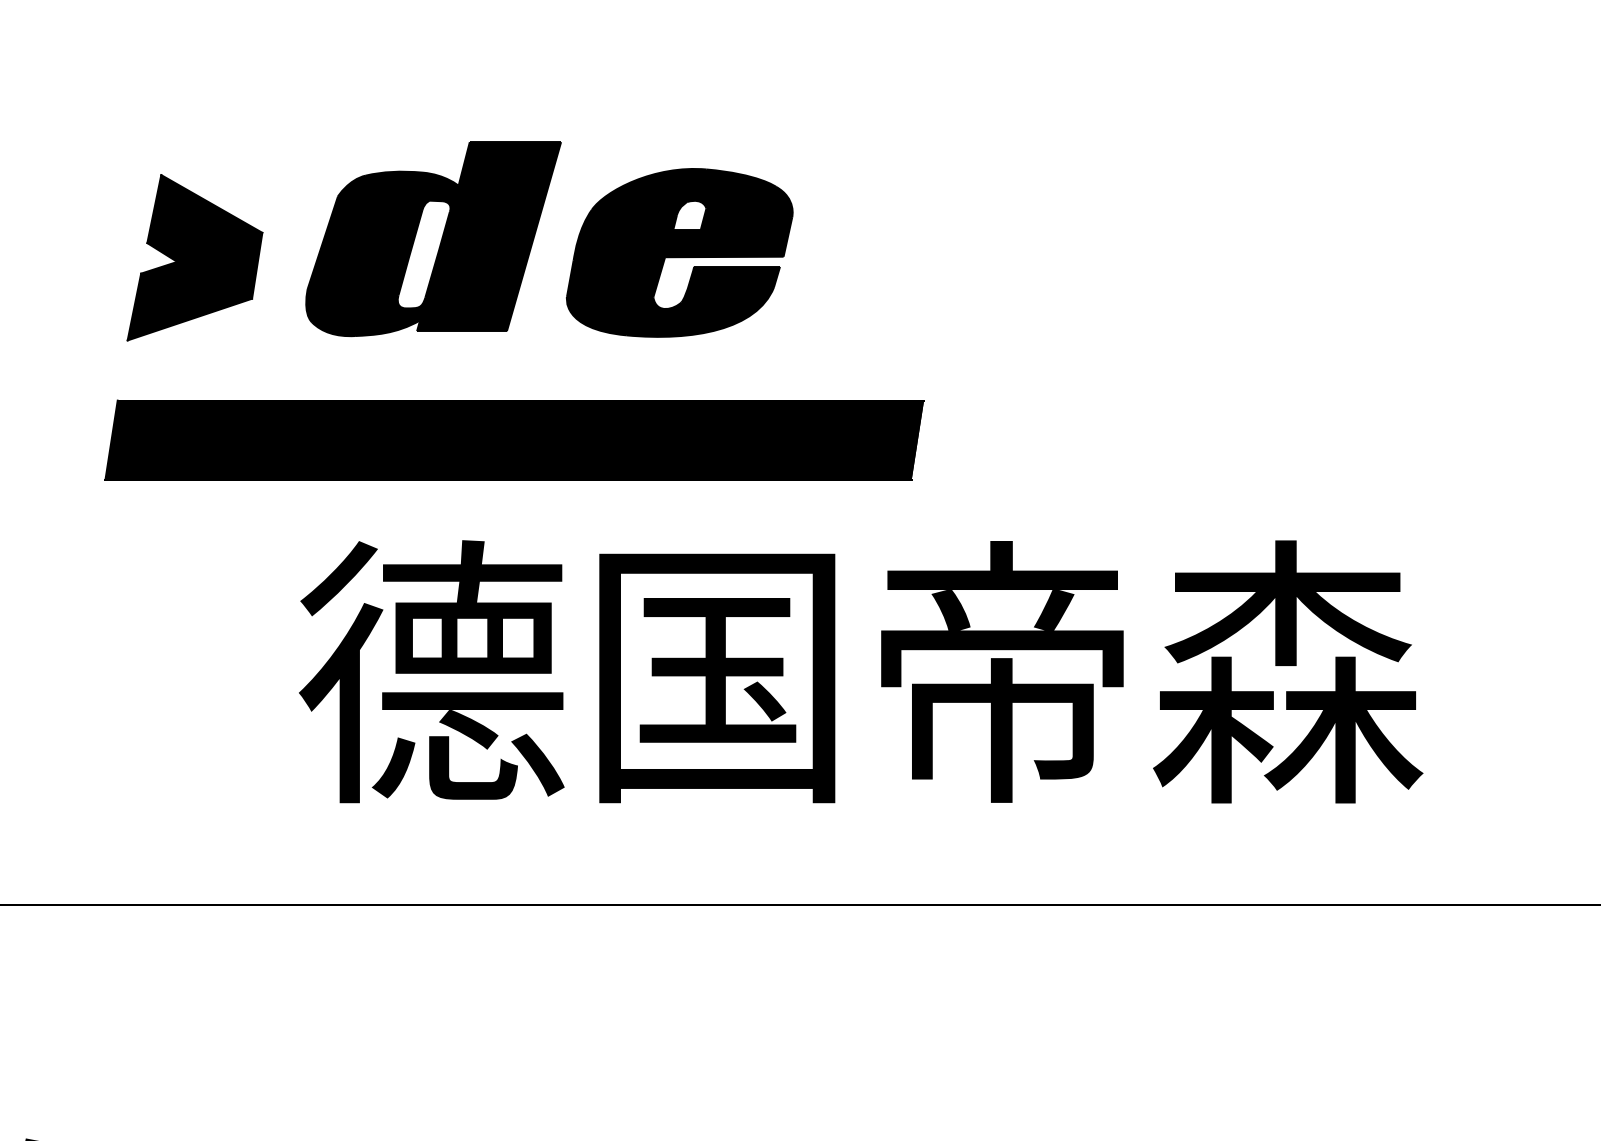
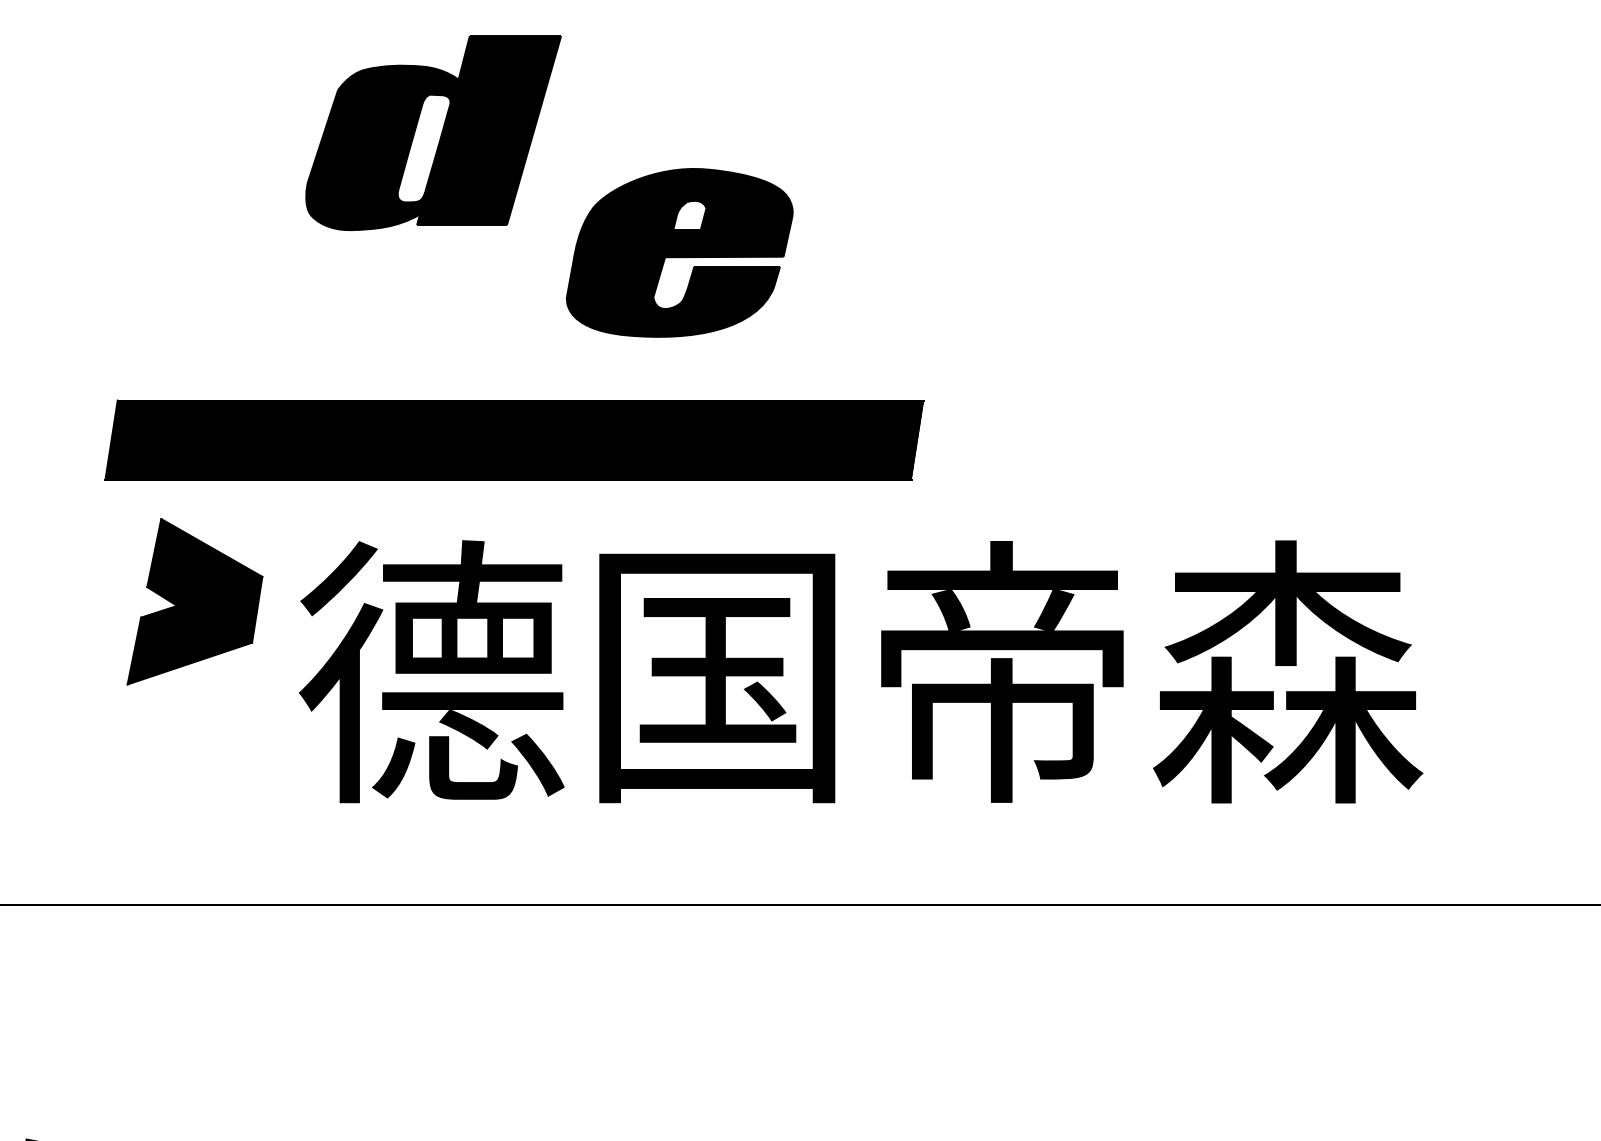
part at (433, 239) position: (433, 239) -> (433, 133)
part at (194, 257) position: (194, 257) -> (194, 601)
